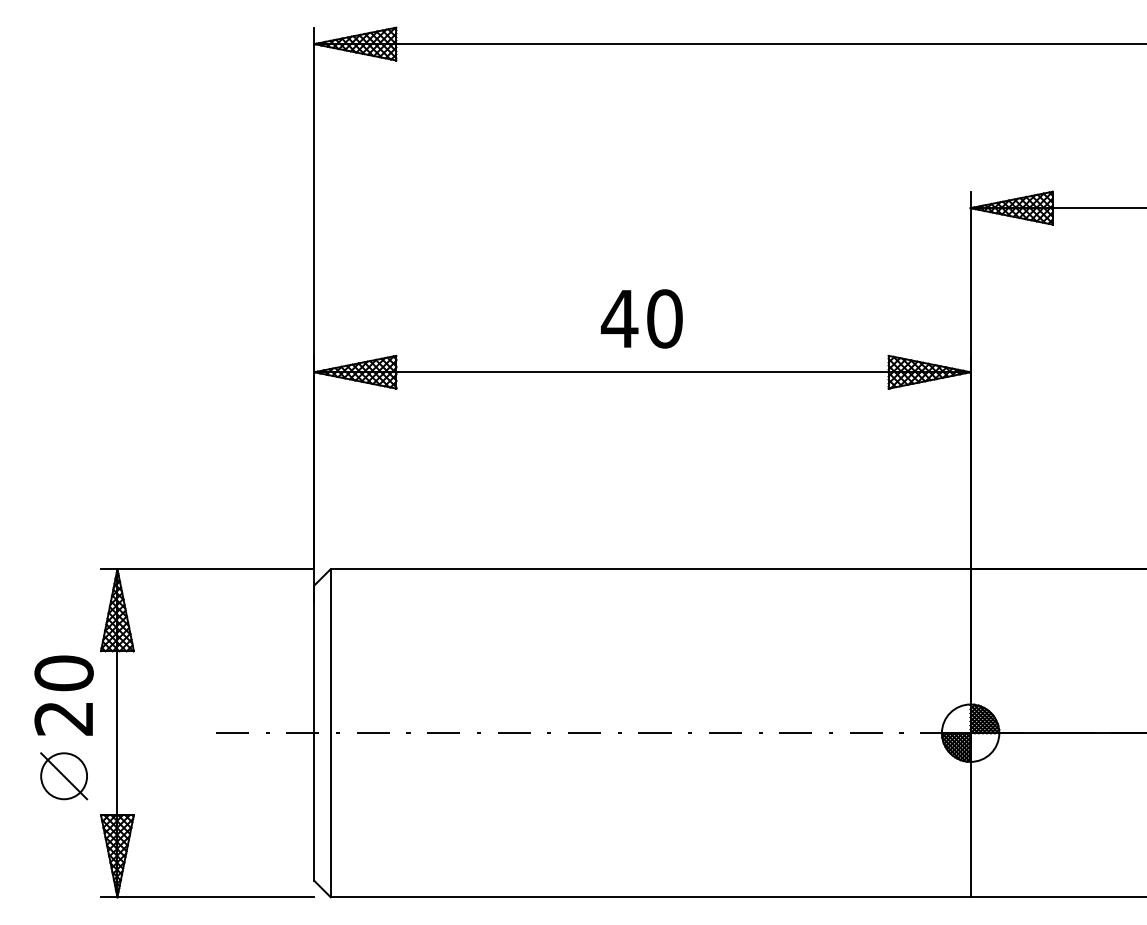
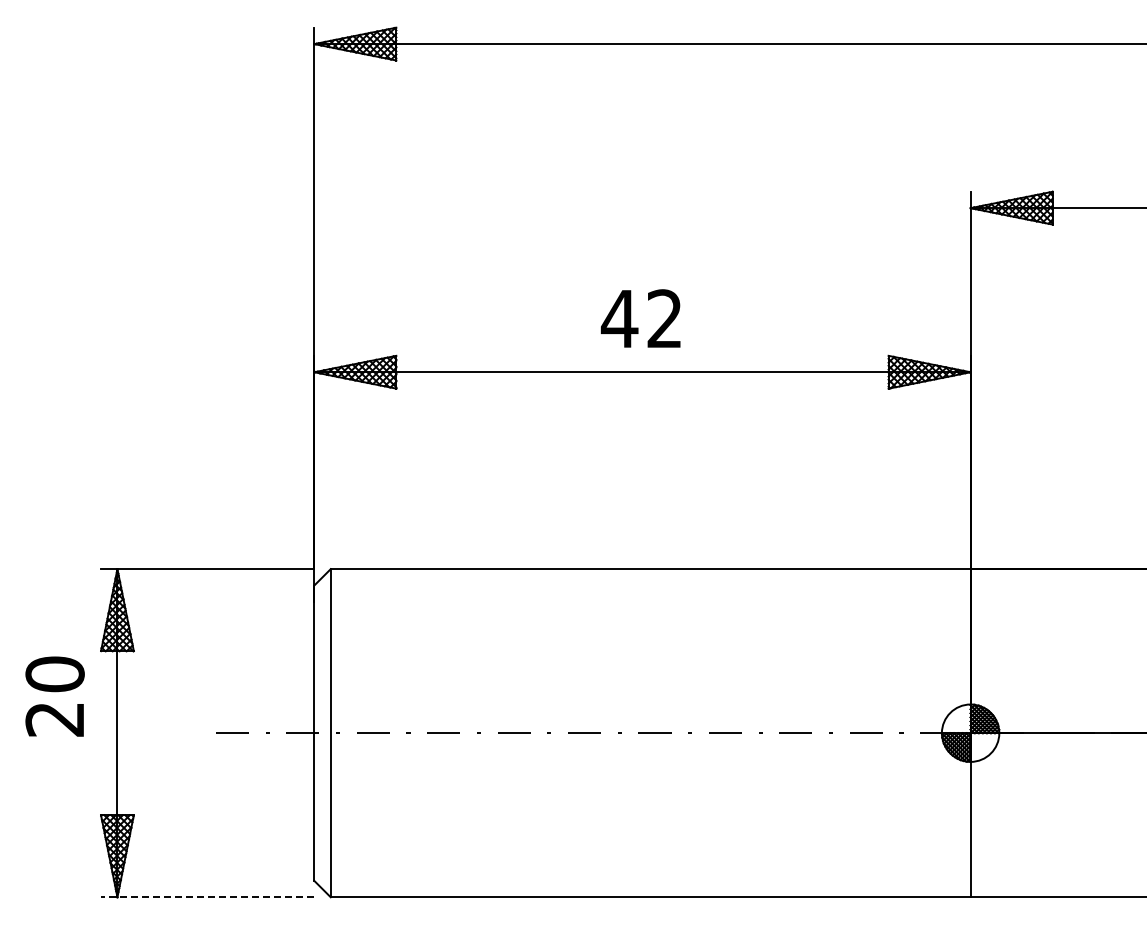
text at (664, 318): 40 -> 42
text at (63, 695) position: (63, 695) -> (54, 696)
part at (64, 776): present -> none
line at (207, 897): solid -> dashed
